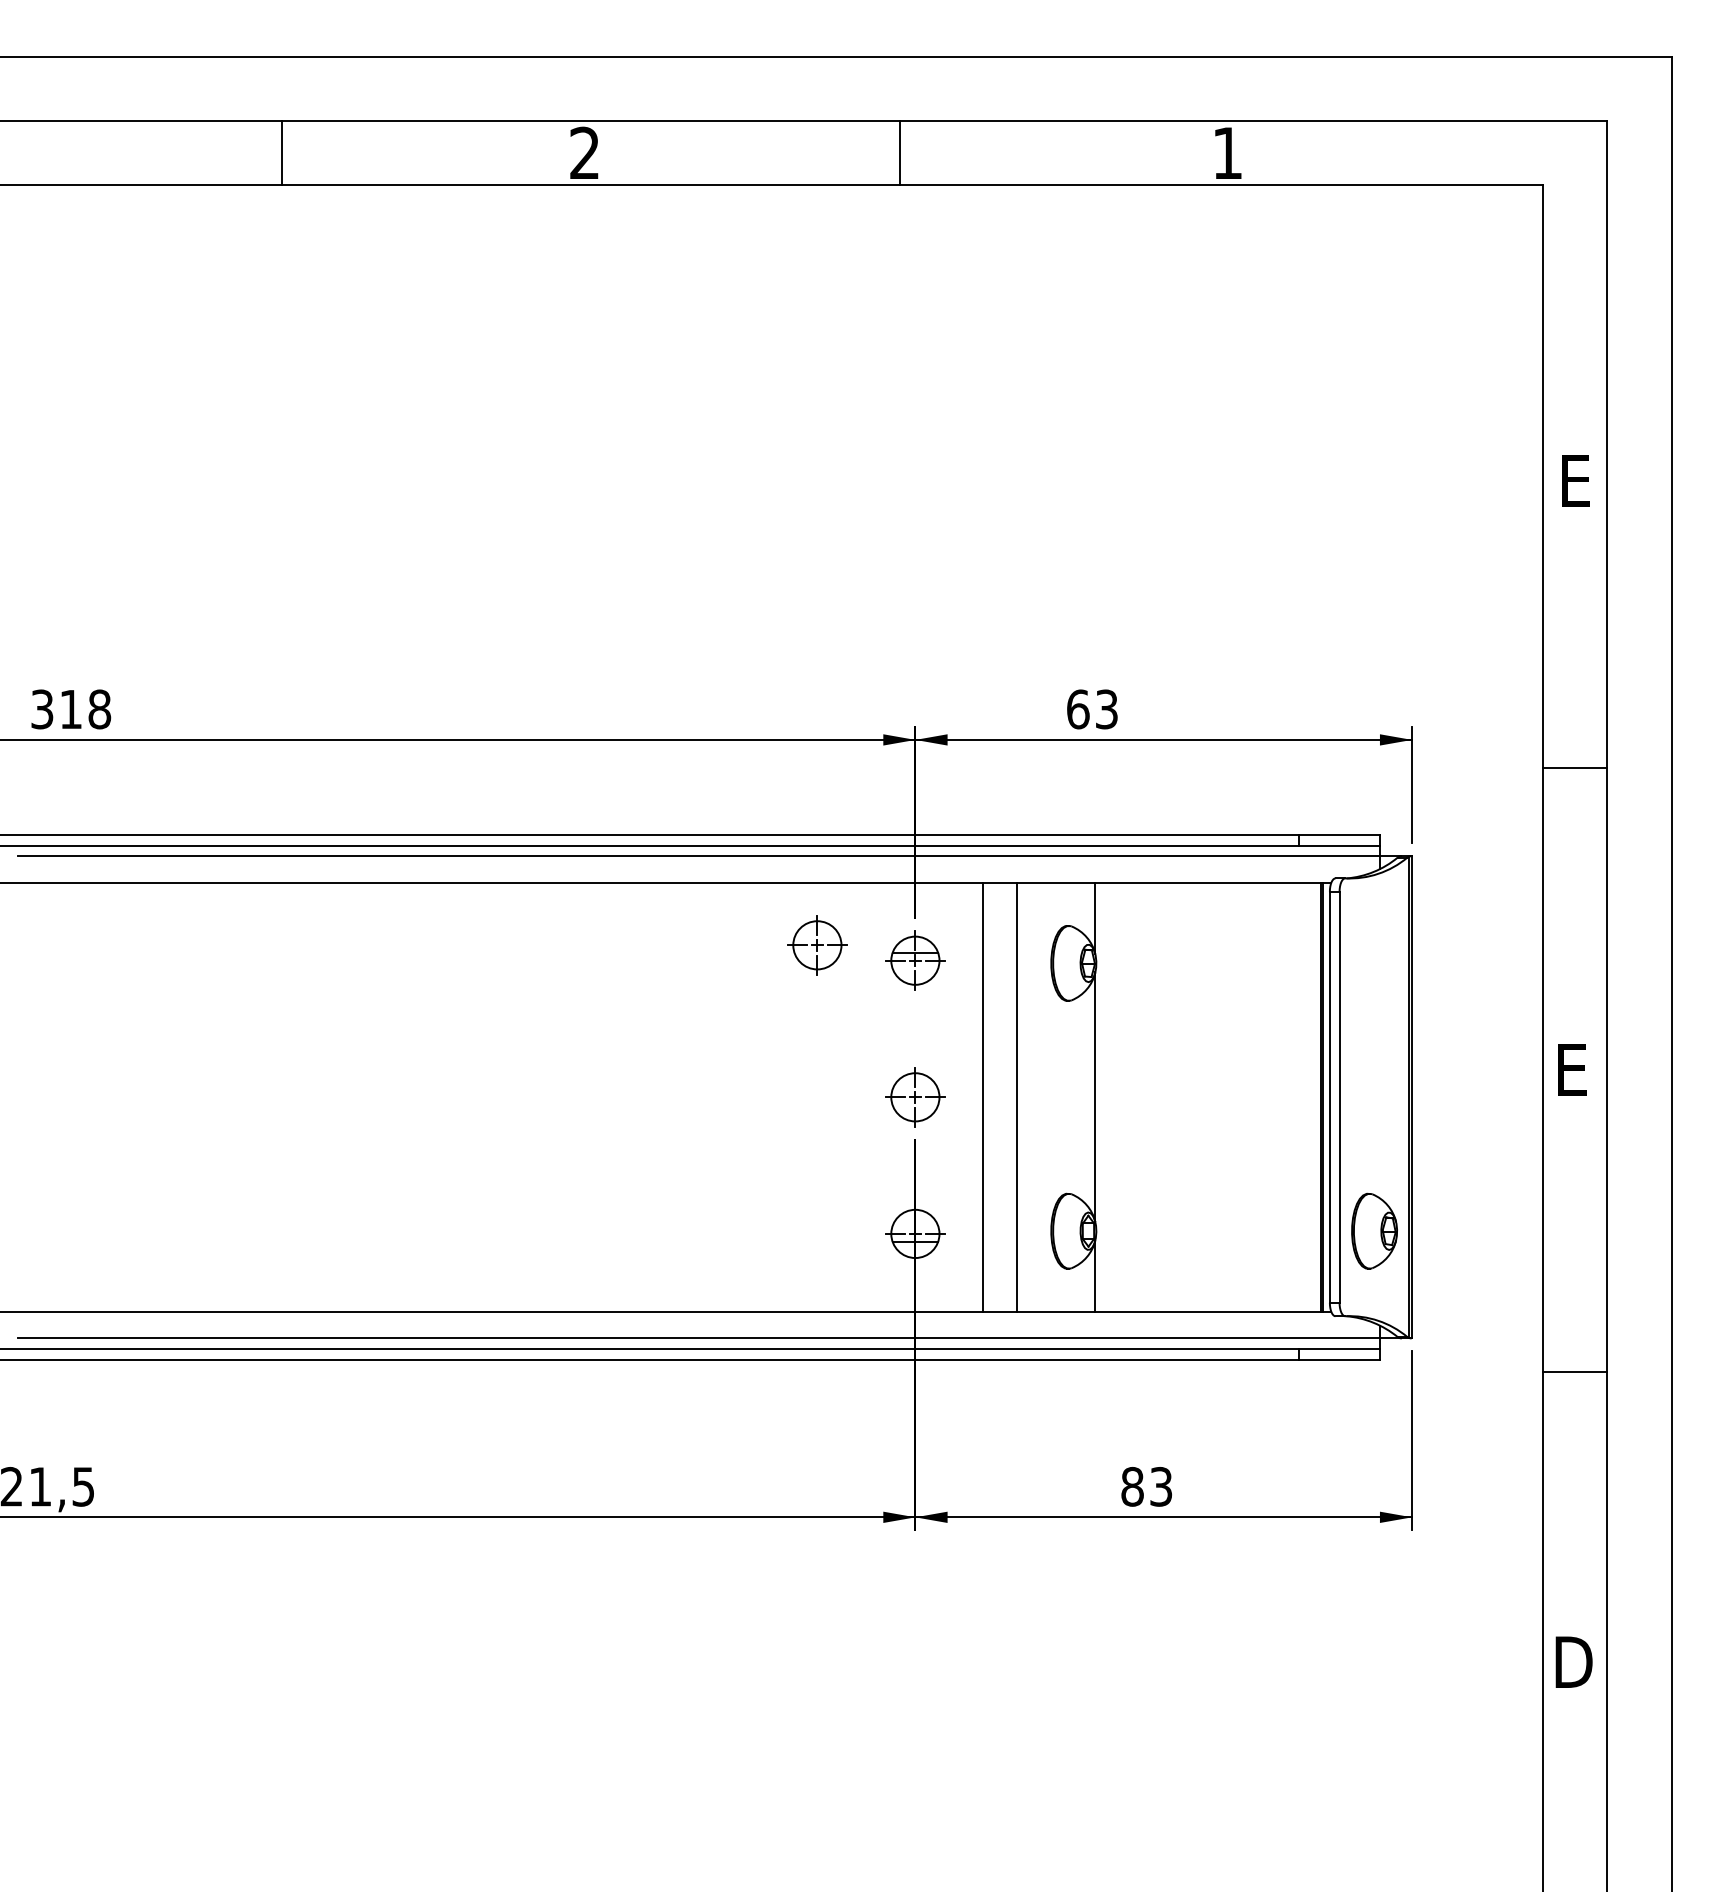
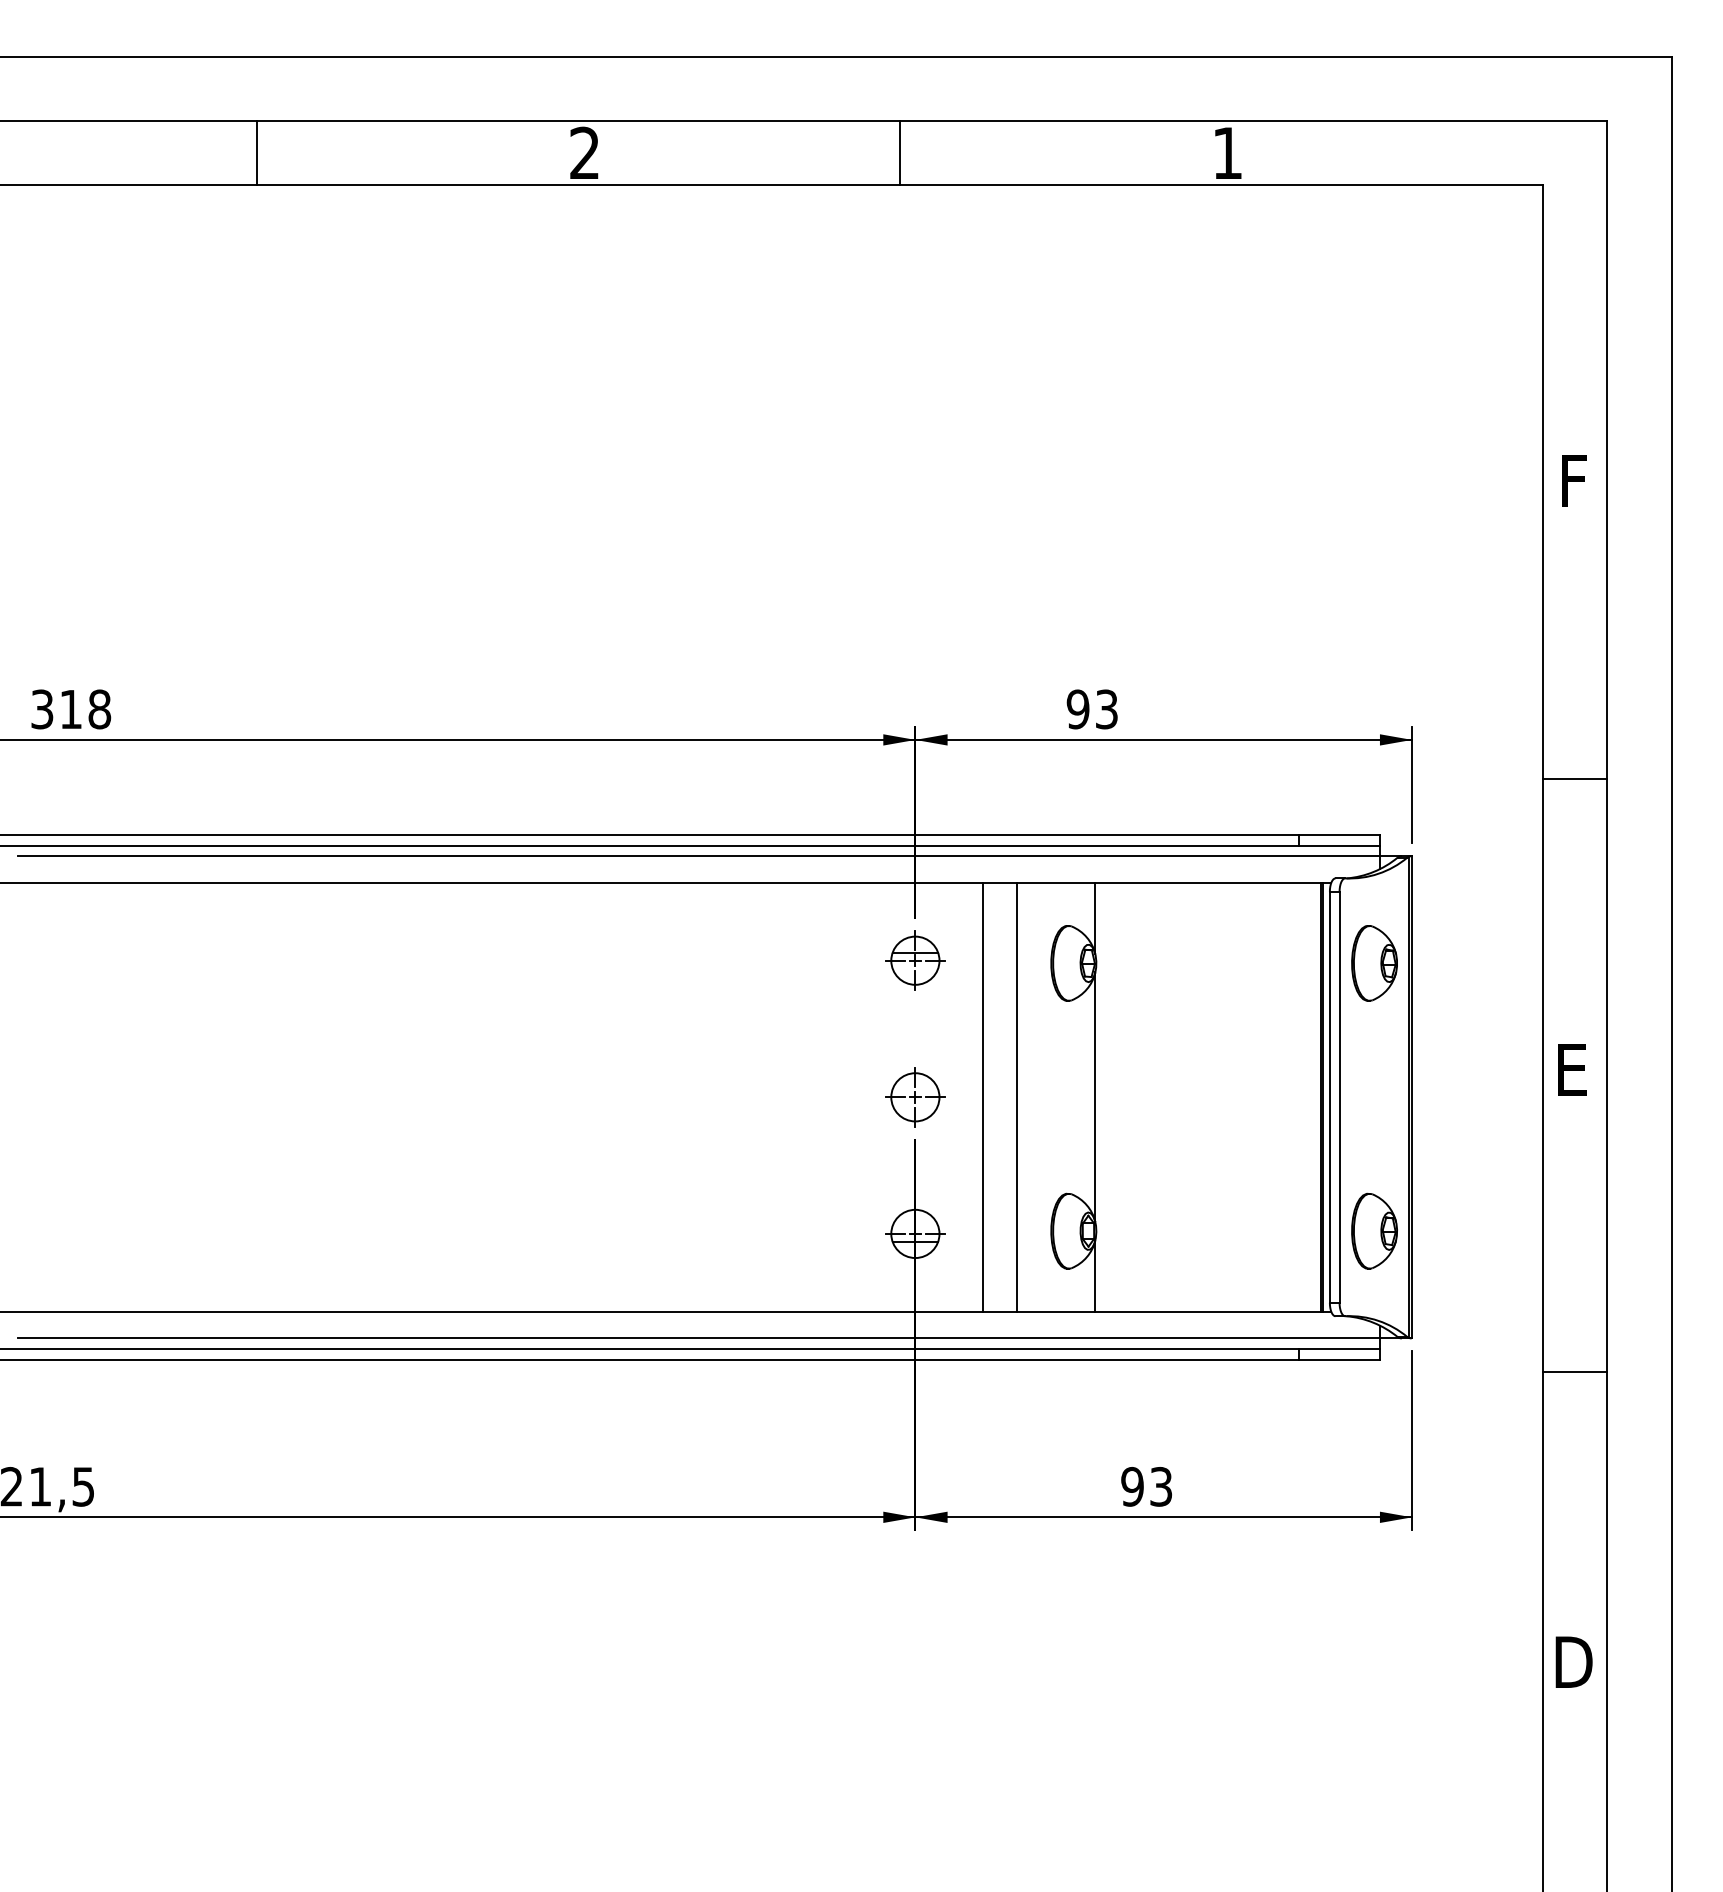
line at (282, 153) position: (282, 153) -> (257, 153)
text at (1578, 480): E -> F
text at (1077, 709): 63 -> 93
line at (1574, 767) position: (1574, 767) -> (1574, 778)
part at (817, 945): present -> none
part at (1374, 963): none -> present
text at (1132, 1486): 83 -> 93
